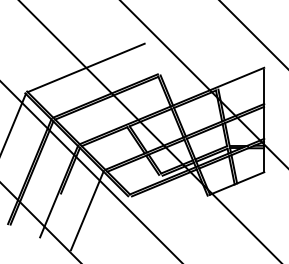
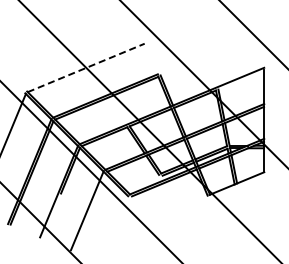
line at (86, 67): solid -> dashed
